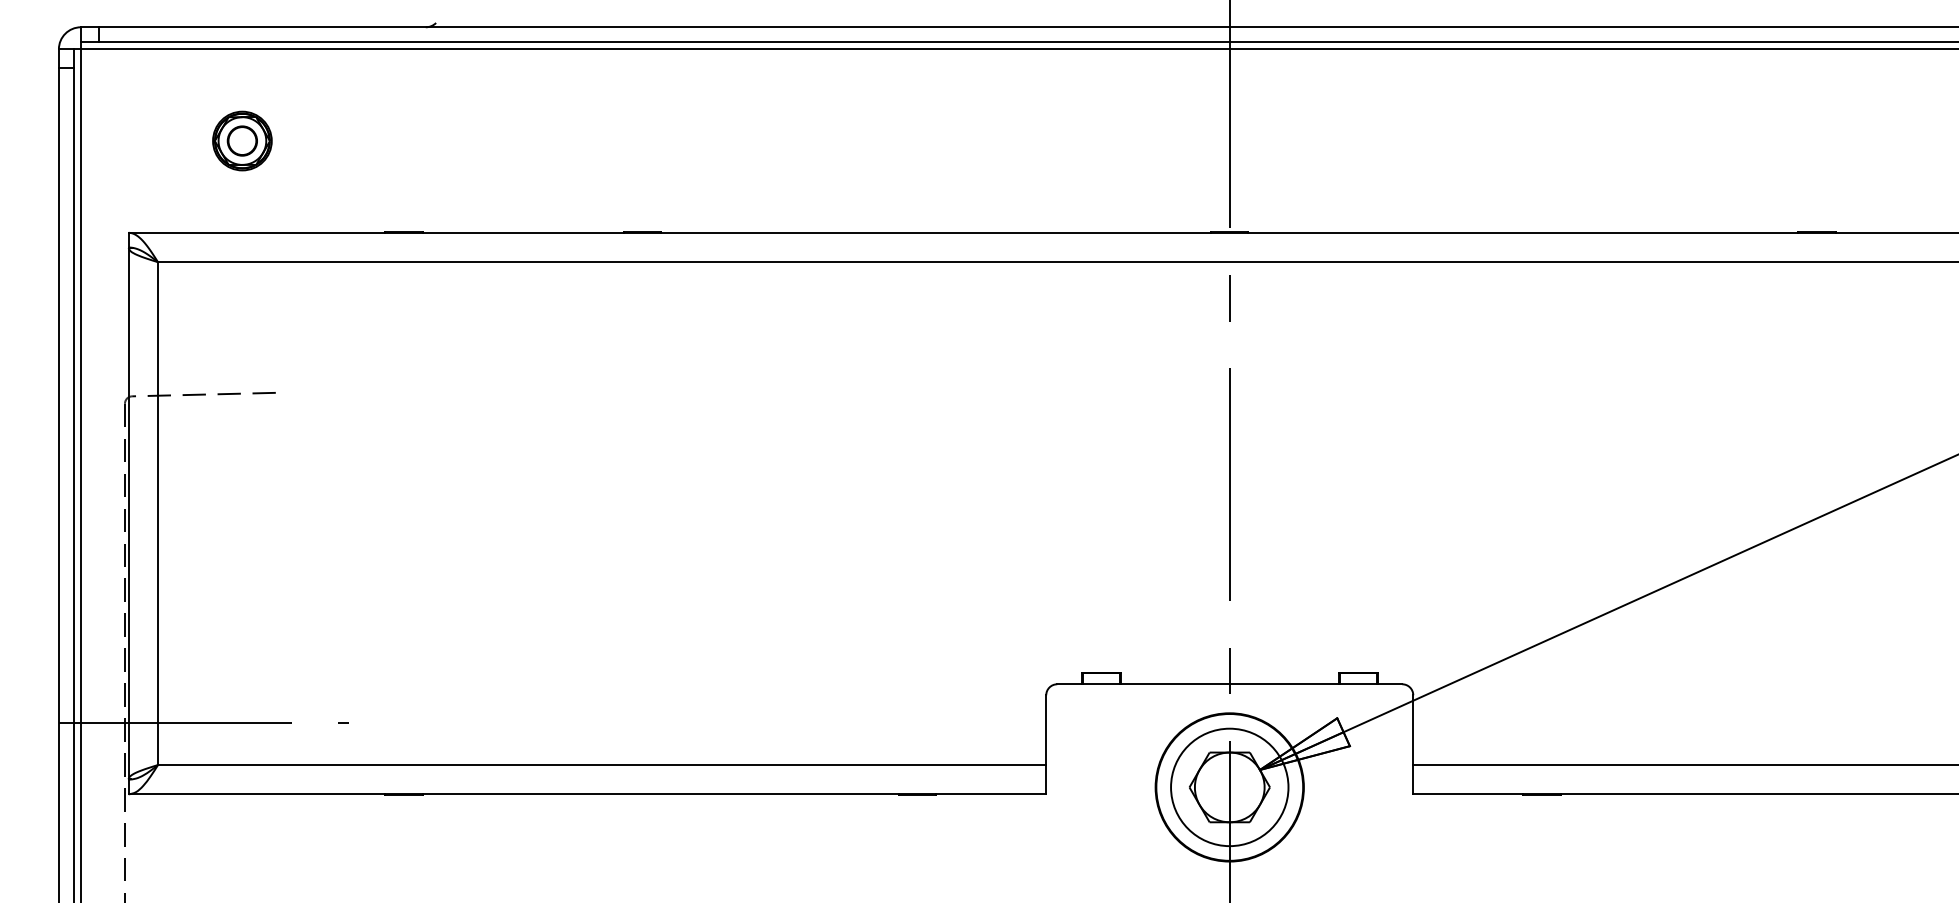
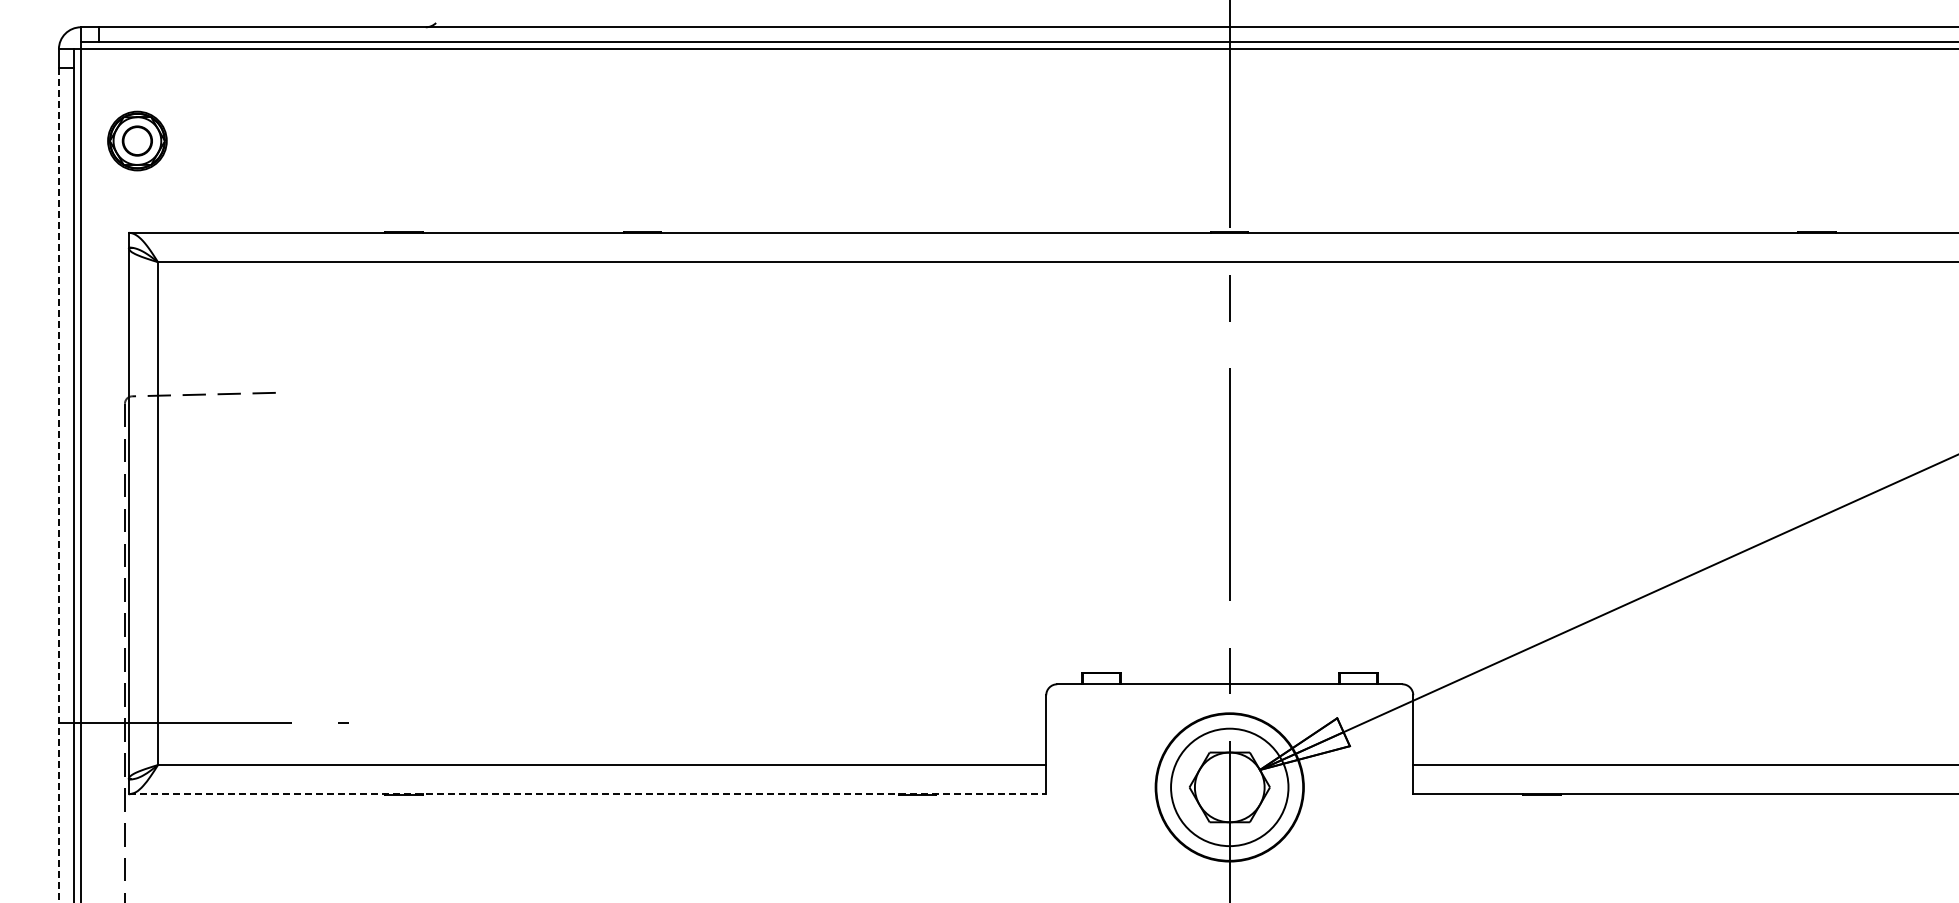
part at (242, 140) position: (242, 140) -> (137, 140)
line at (58, 484): solid -> dashed
line at (587, 794): solid -> dashed
